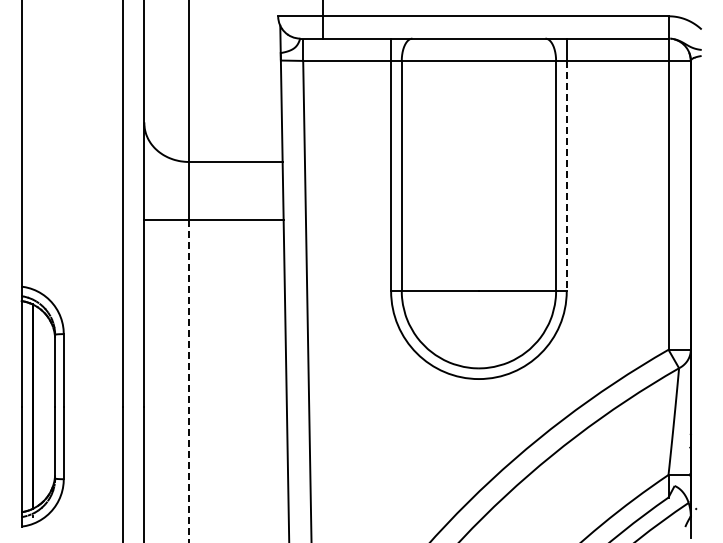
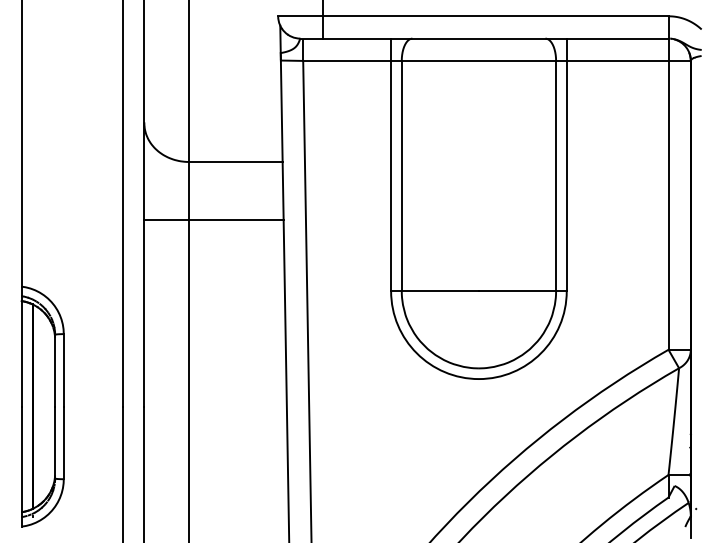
line at (566, 176): dashed -> solid
line at (188, 381): dashed -> solid
